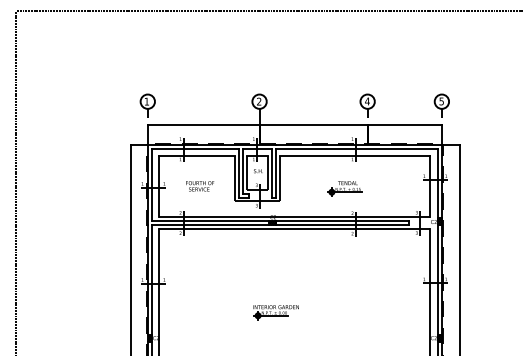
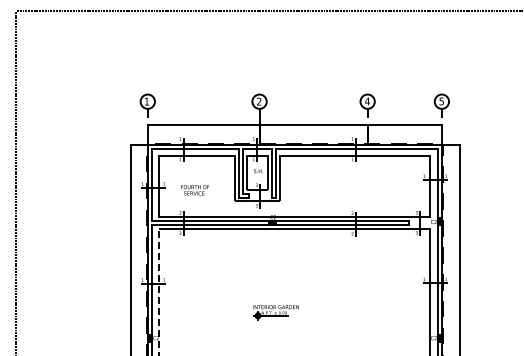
text at (200, 186) position: (200, 186) -> (195, 190)
part at (344, 188): present -> none
line at (159, 291): solid -> dashed
